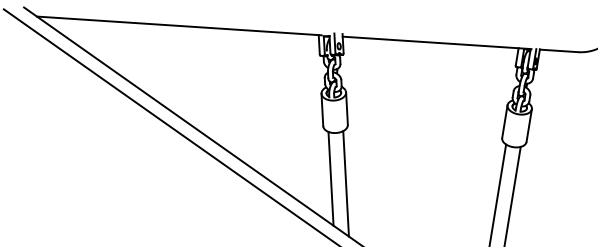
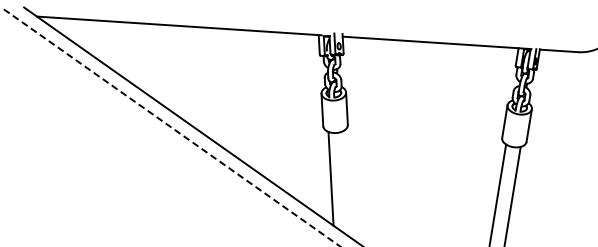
line at (172, 128): solid -> dashed
line at (345, 183): present -> none
